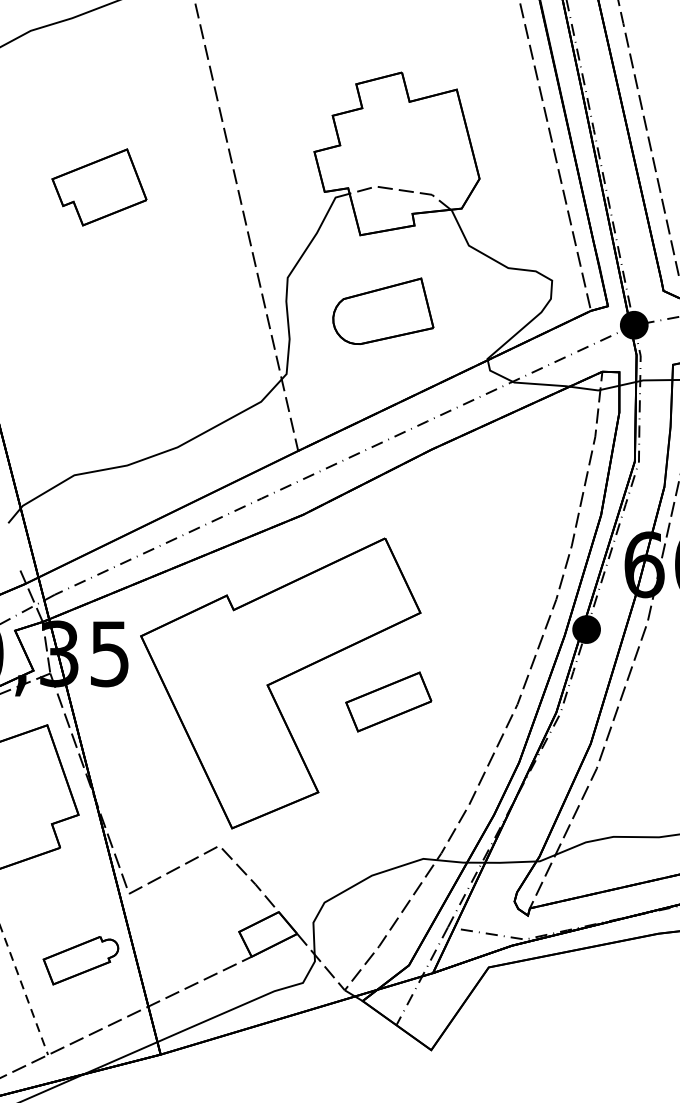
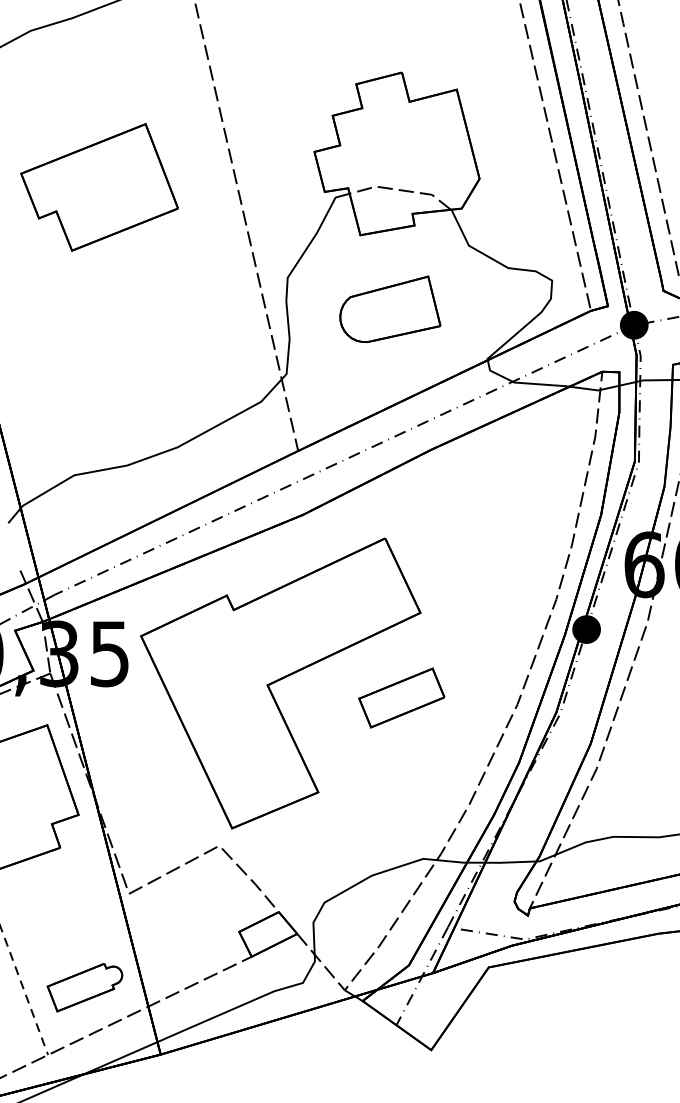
part at (99, 187) size: 97x79 px -> 159x129 px
part at (383, 310) position: (383, 310) -> (390, 308)
part at (388, 701) position: (388, 701) -> (401, 697)
part at (80, 960) position: (80, 960) -> (84, 987)
